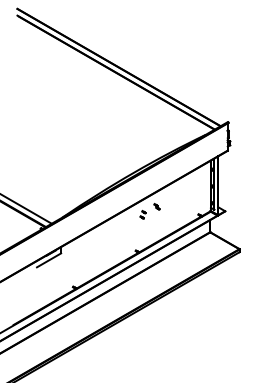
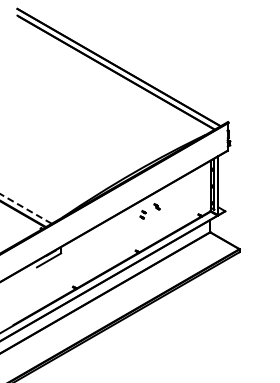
line at (25, 208): solid -> dashed
